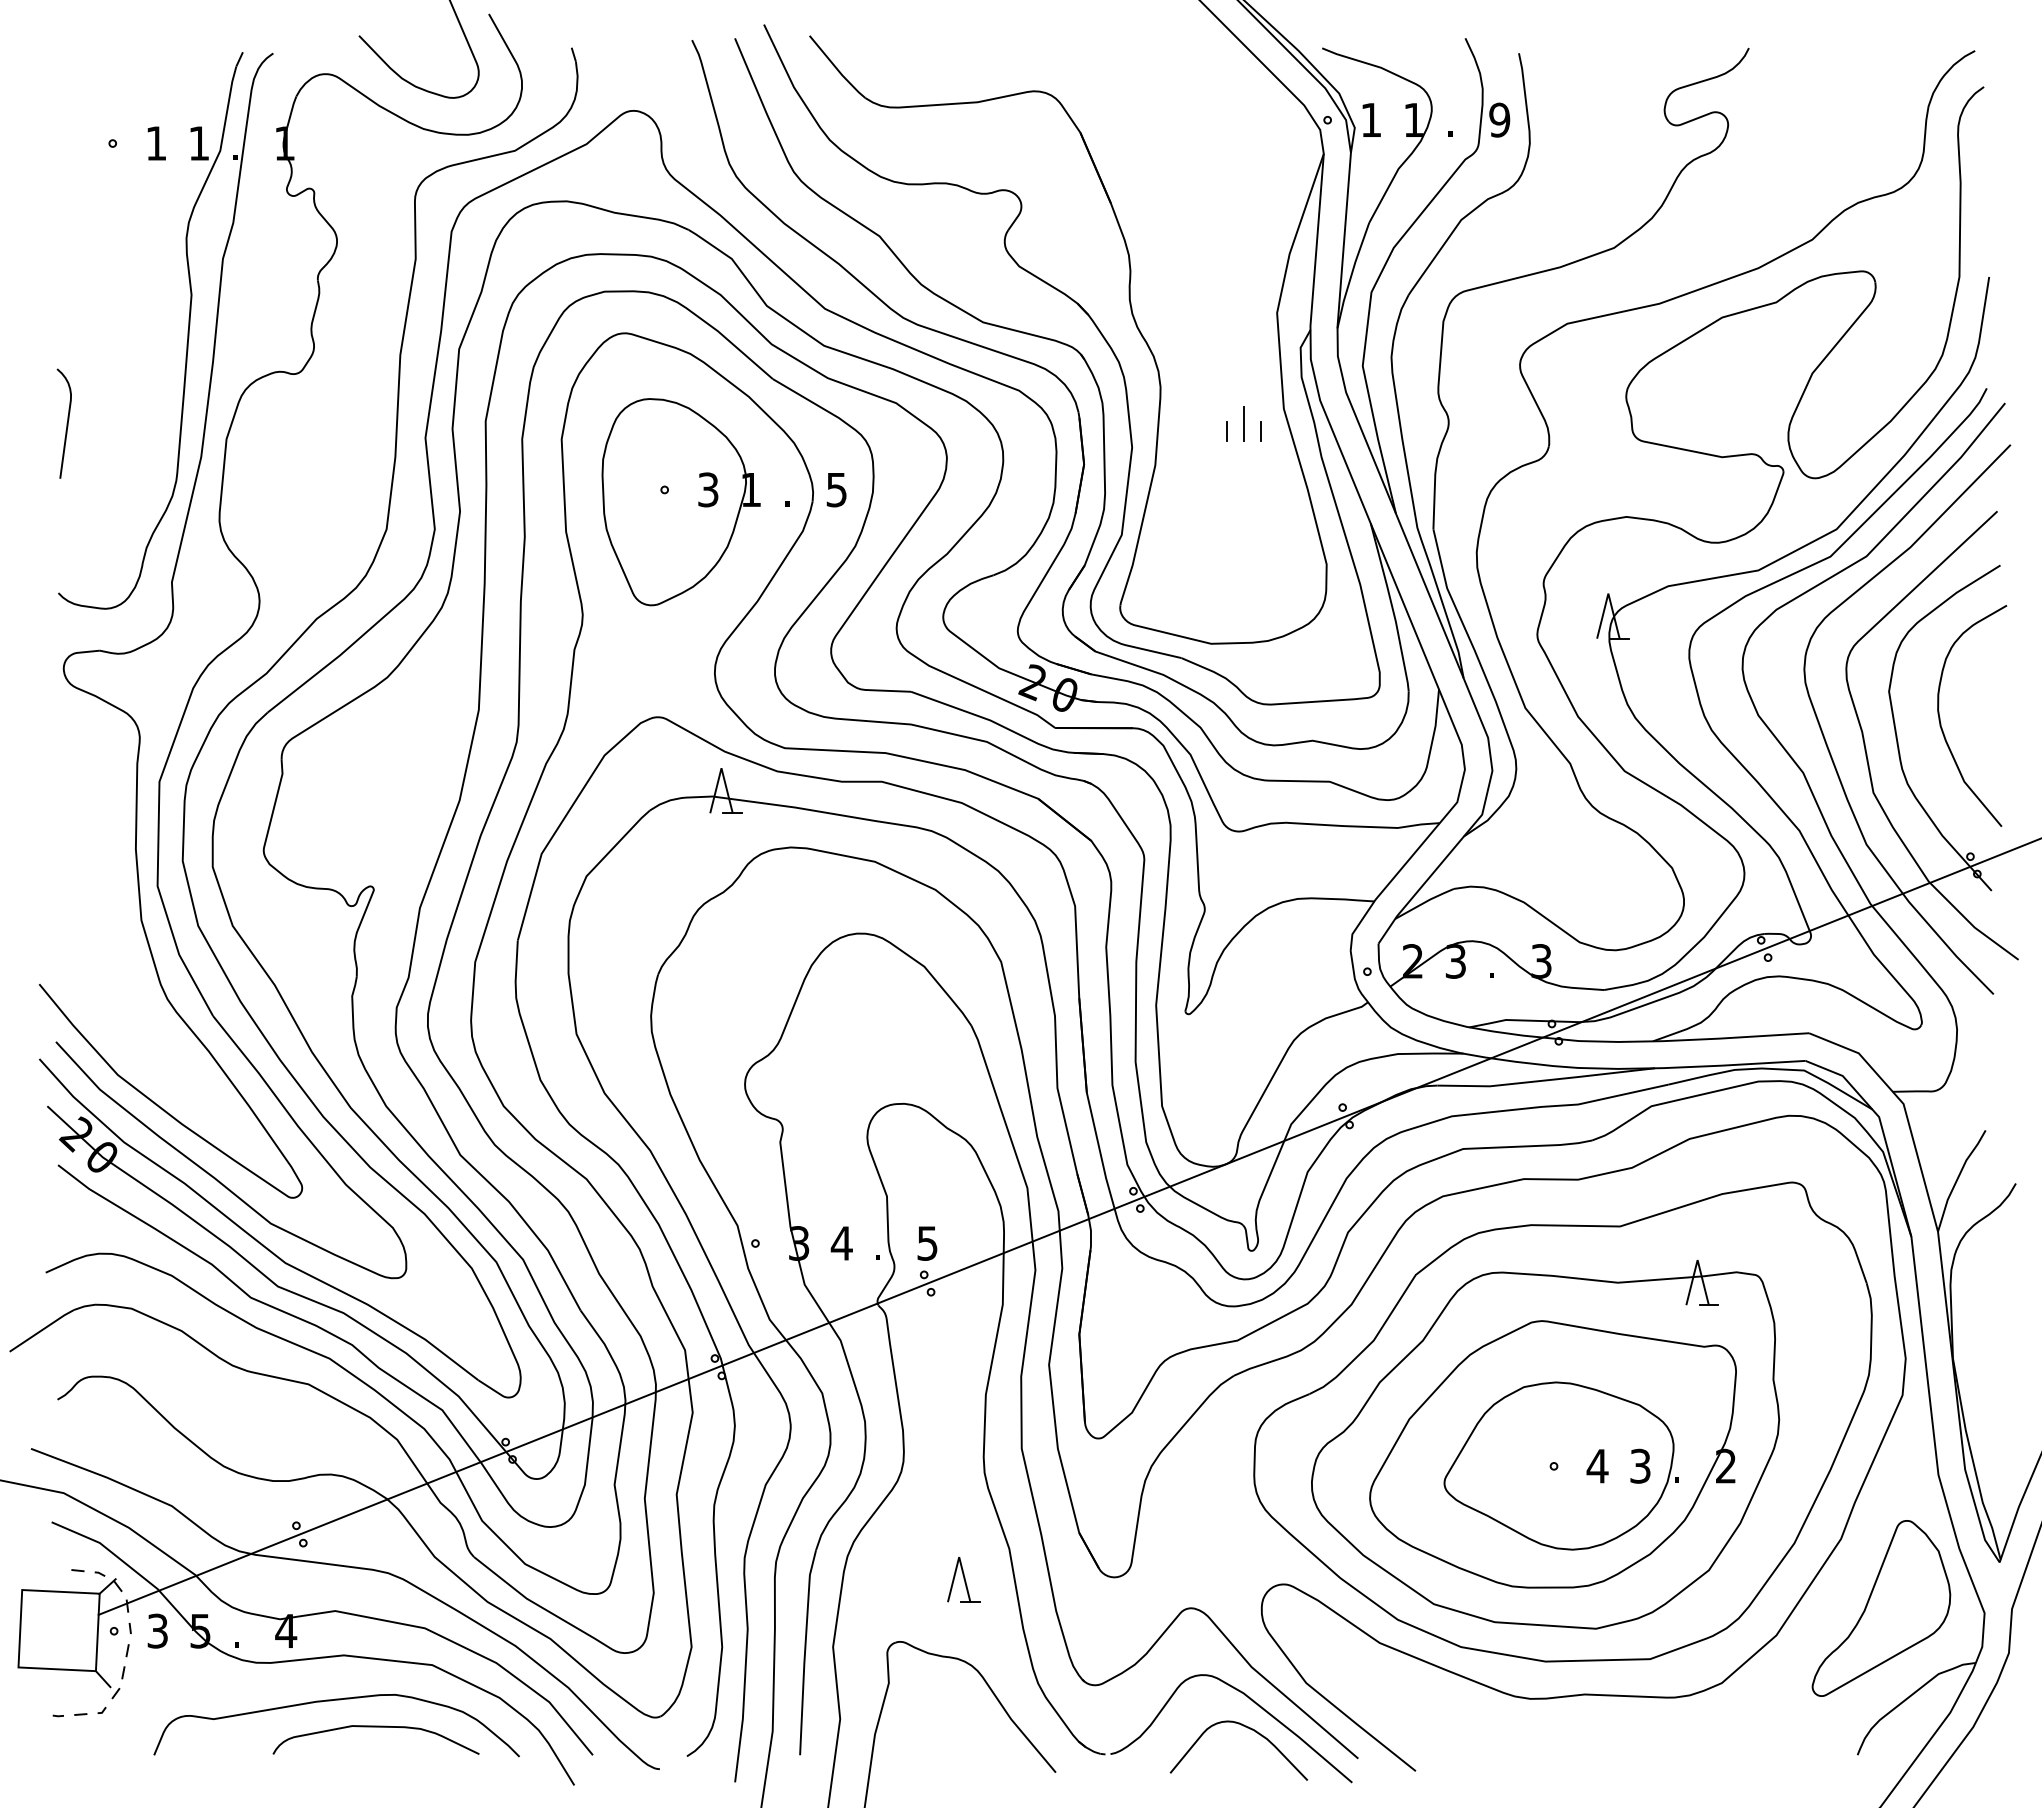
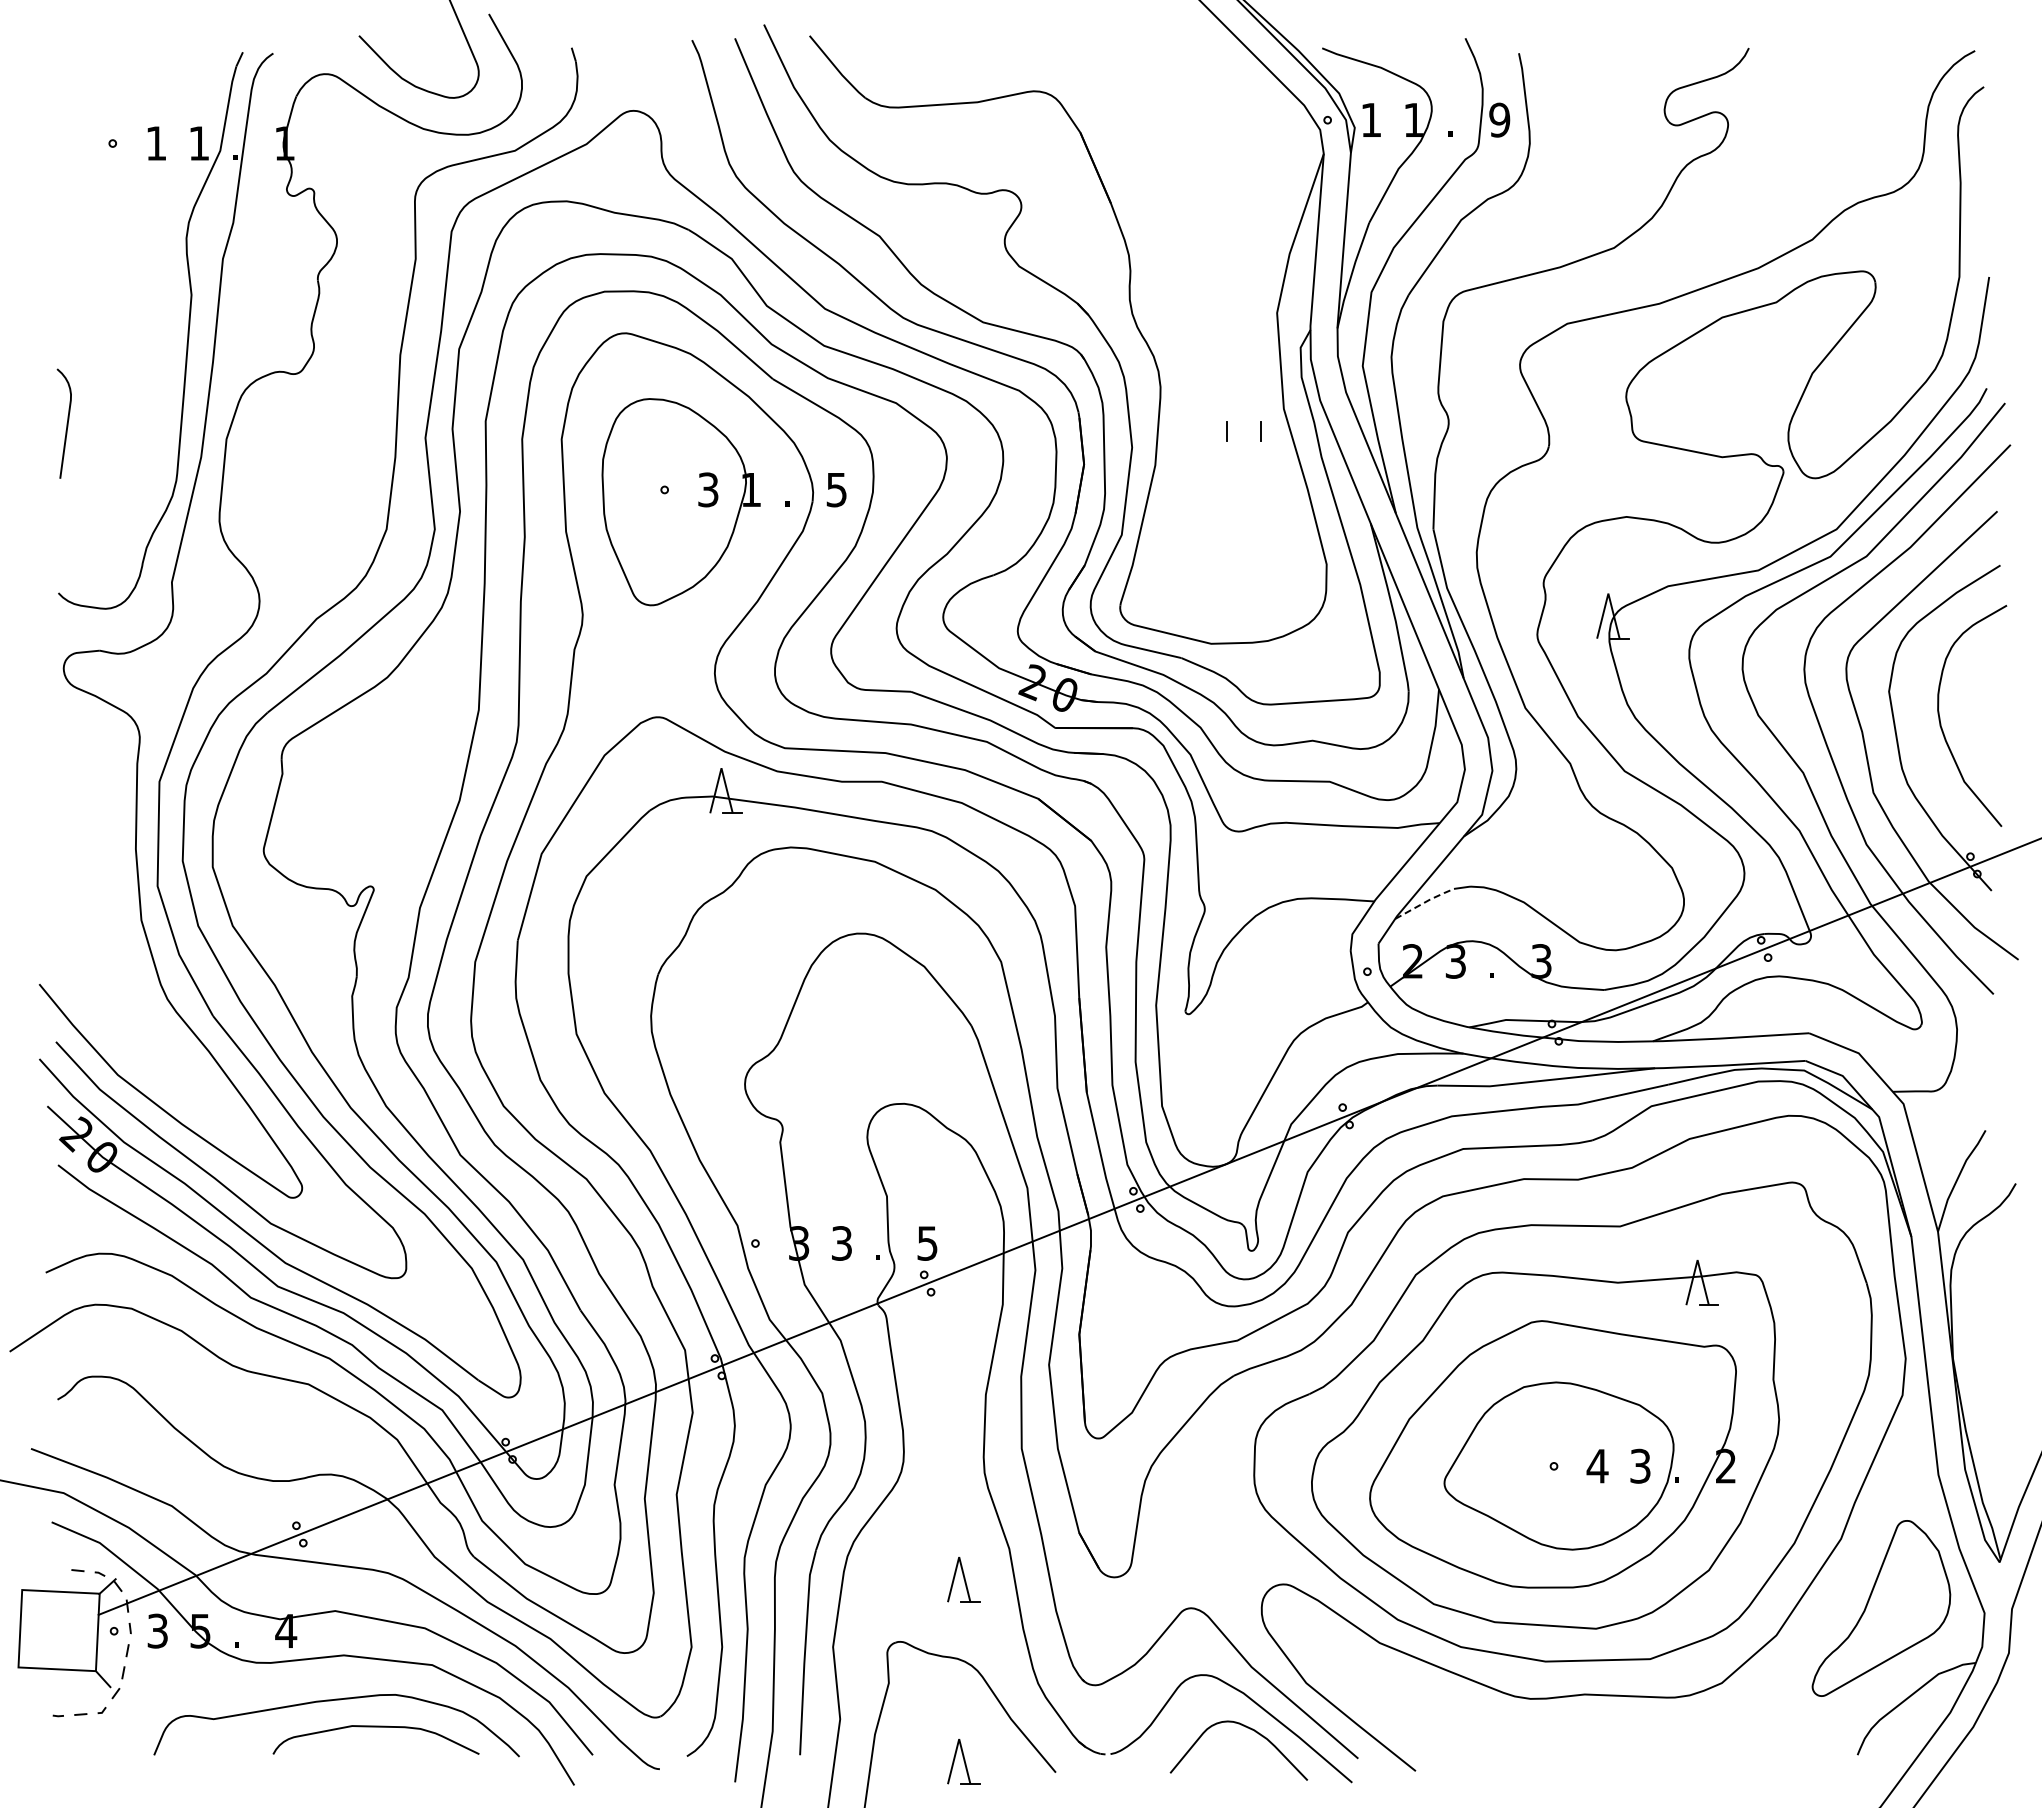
line at (1243, 423): present -> none
line at (1425, 901): solid -> dashed
text at (841, 1243): 4 -> 3
part at (963, 1761): none -> present
